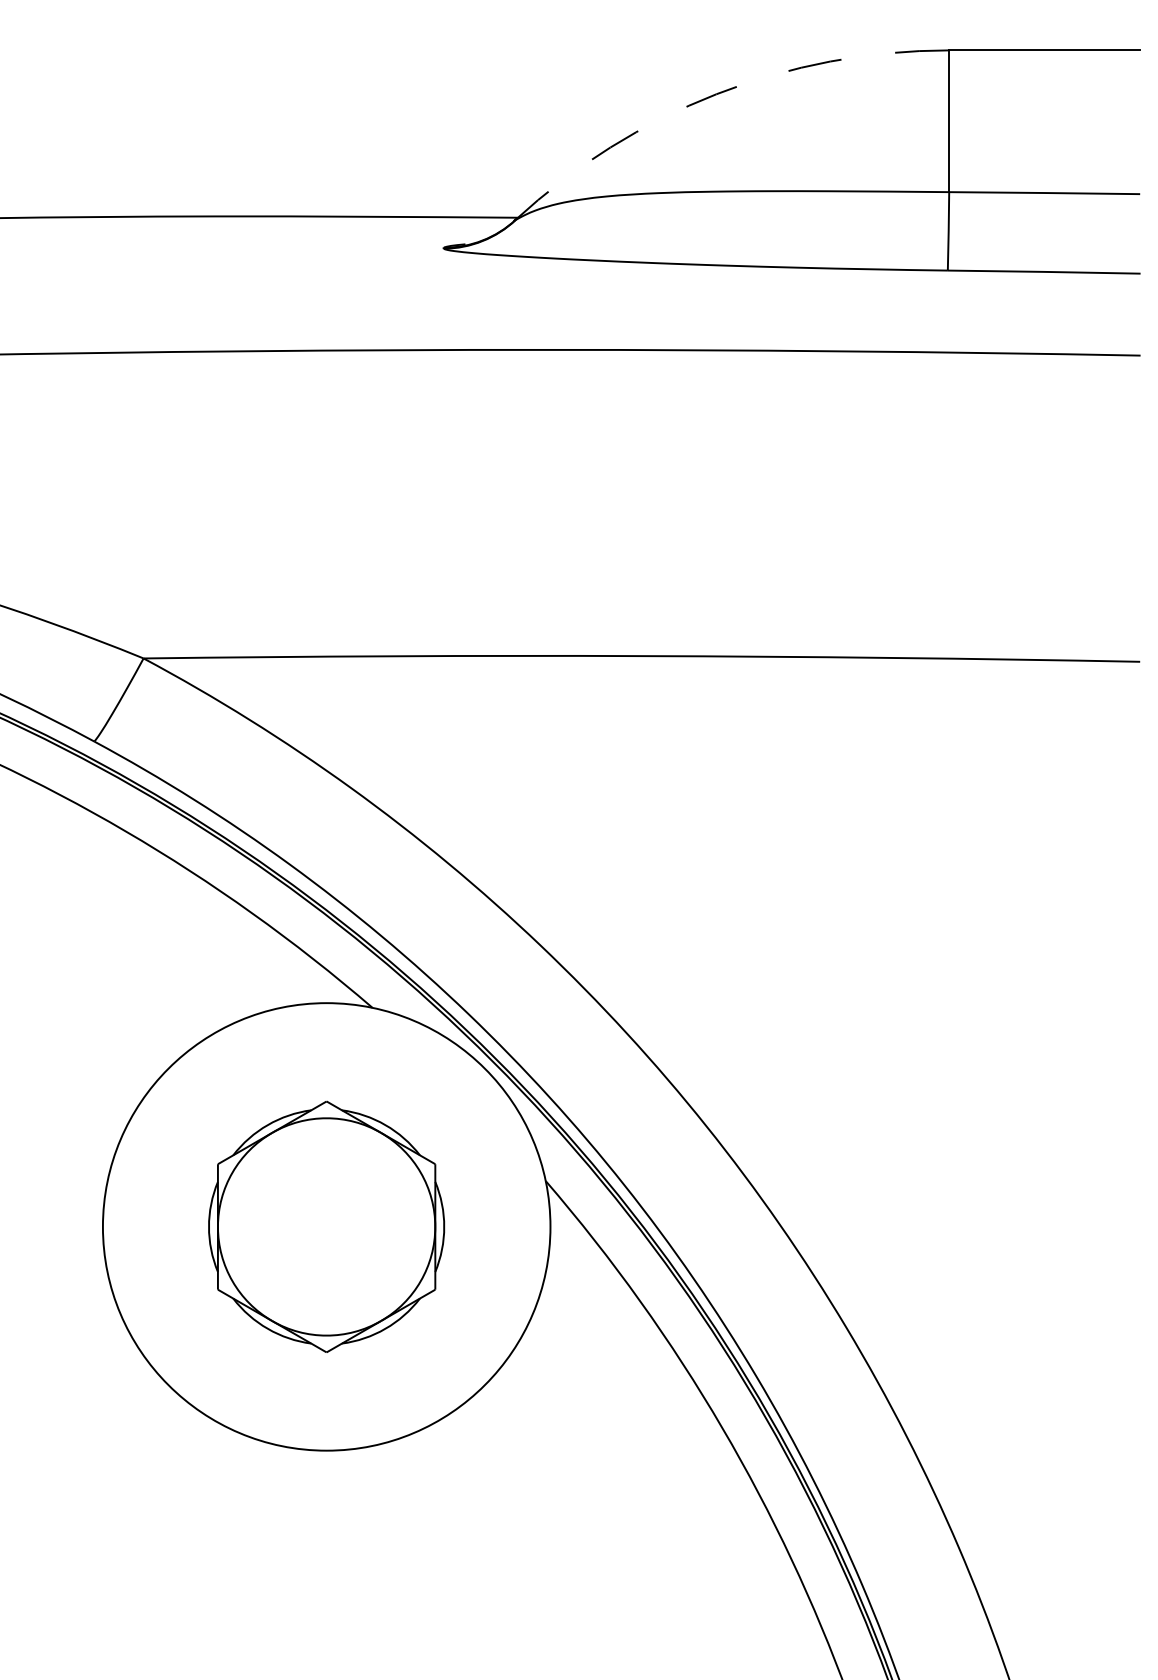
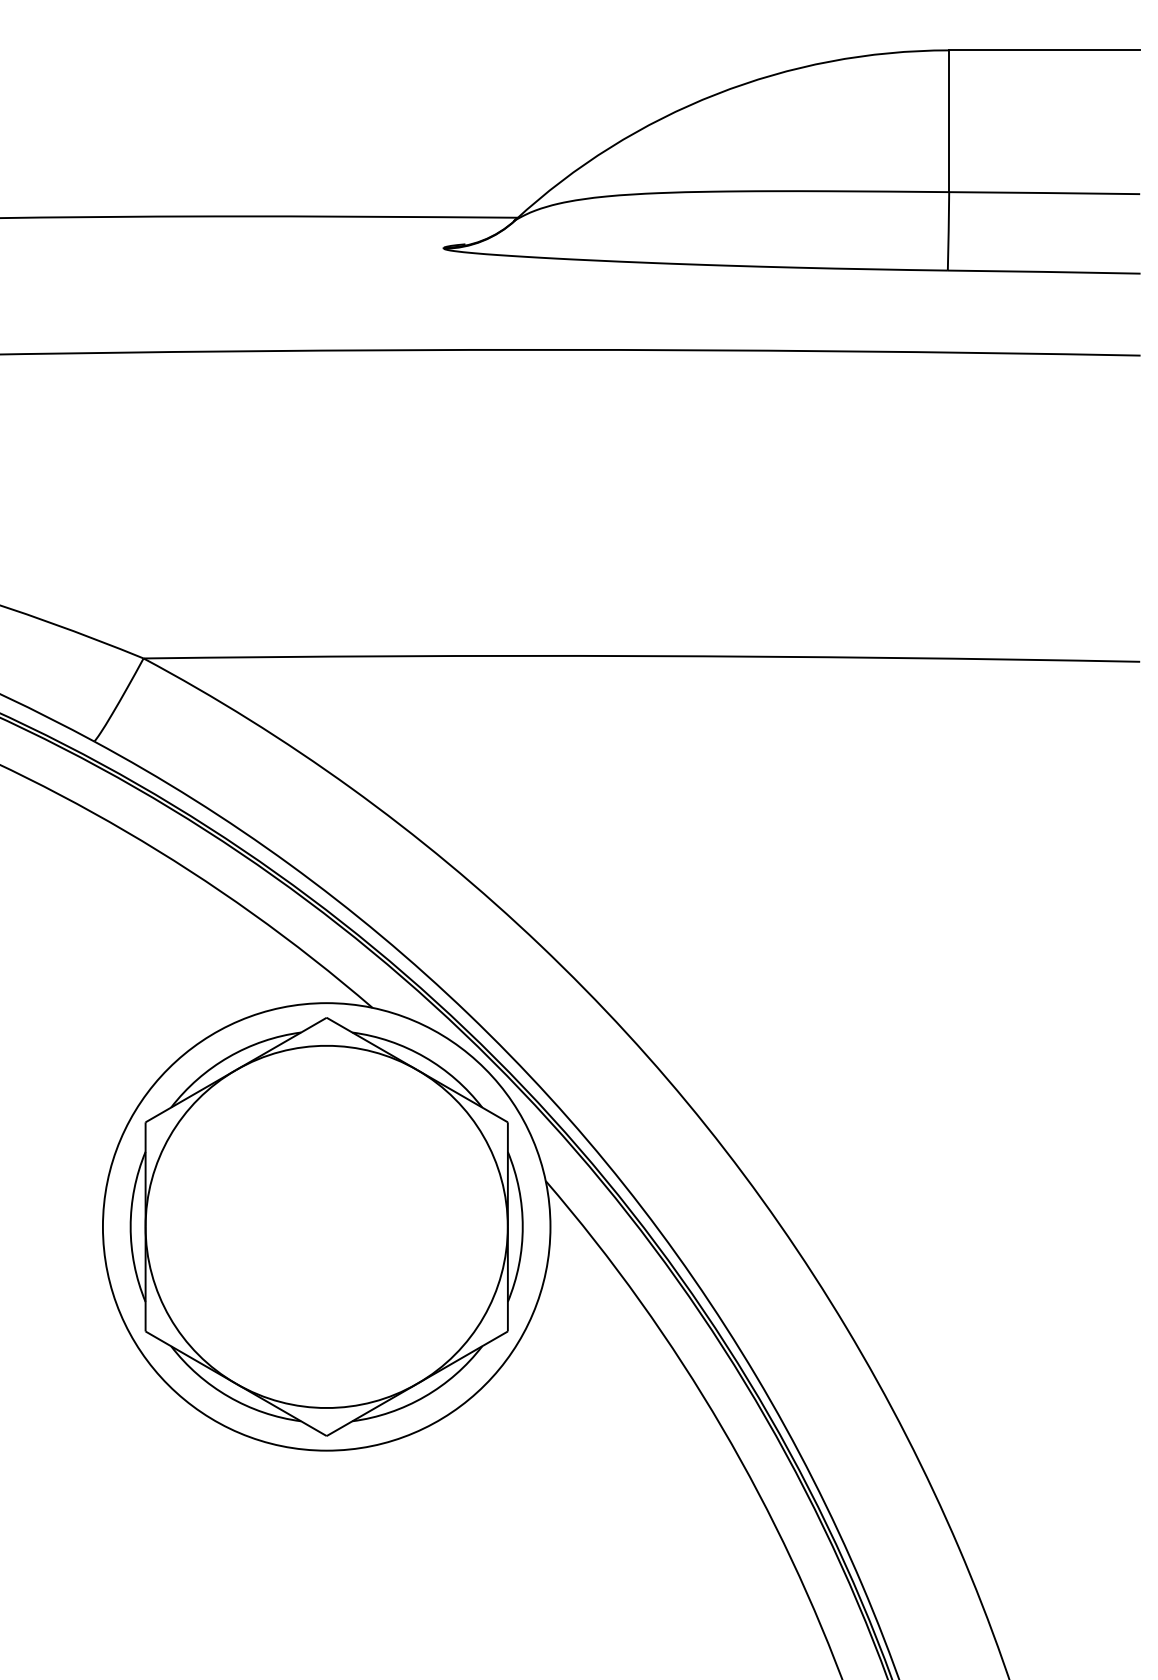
arc at (716, 94): dashed -> solid
part at (326, 1226) size: 238x253 px -> 395x420 px
